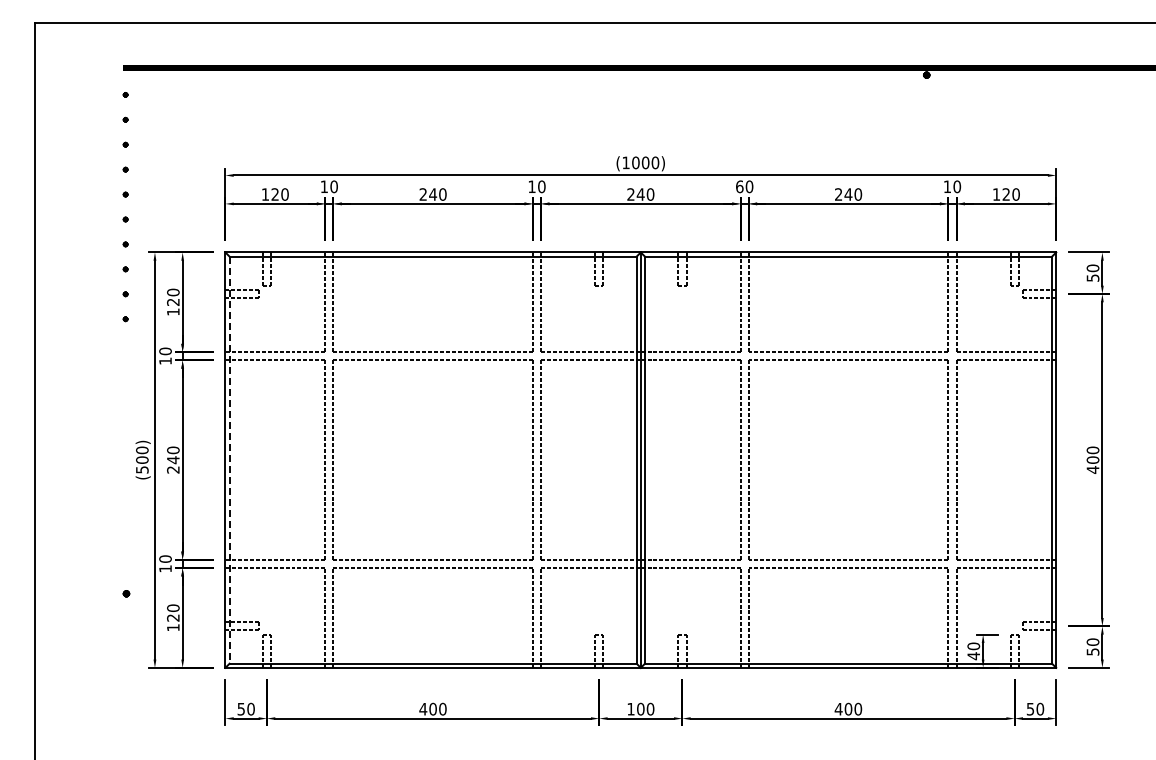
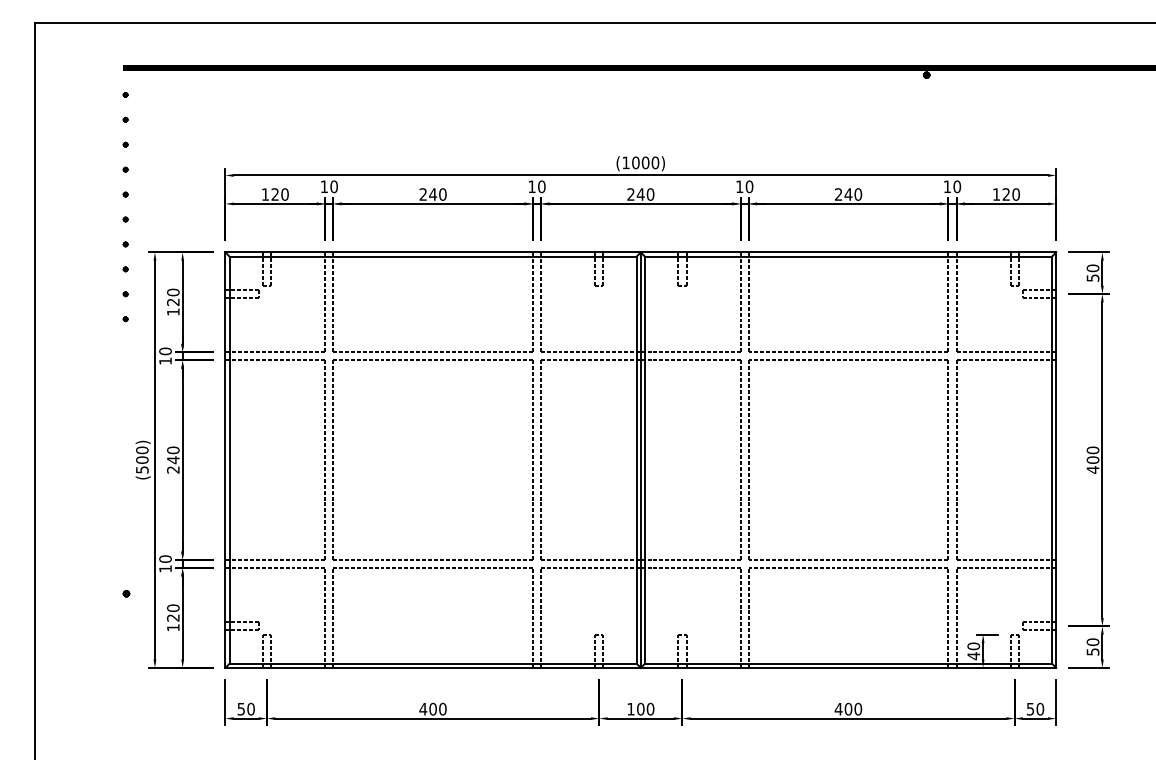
text at (739, 186): 60 -> 10
line at (229, 460): dashed -> solid
